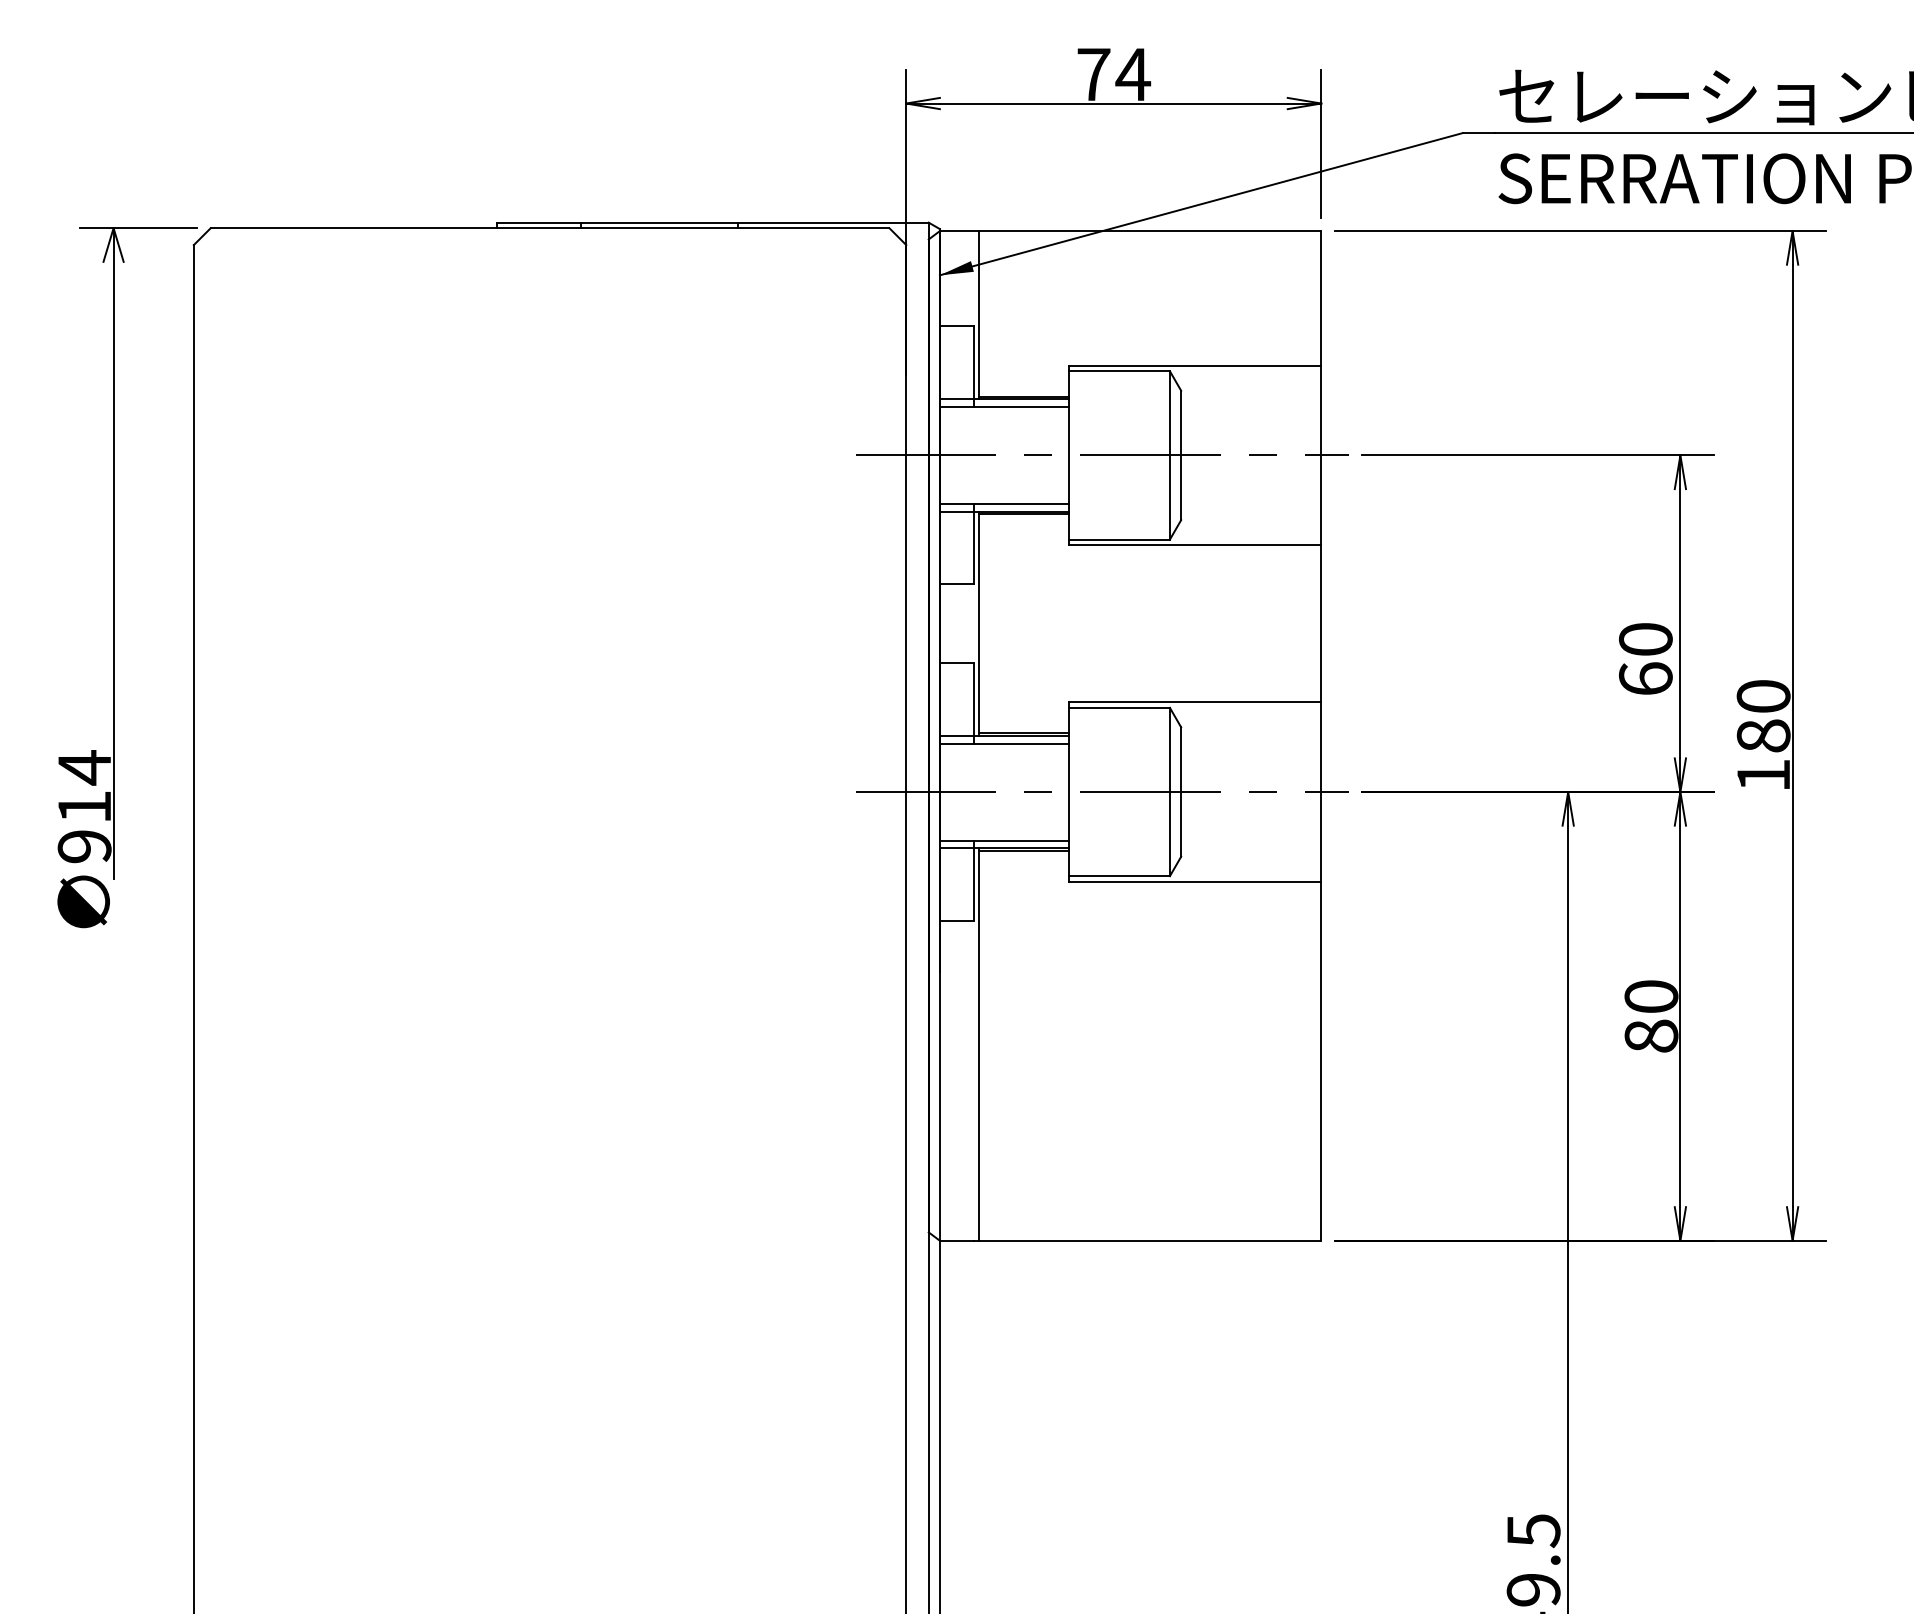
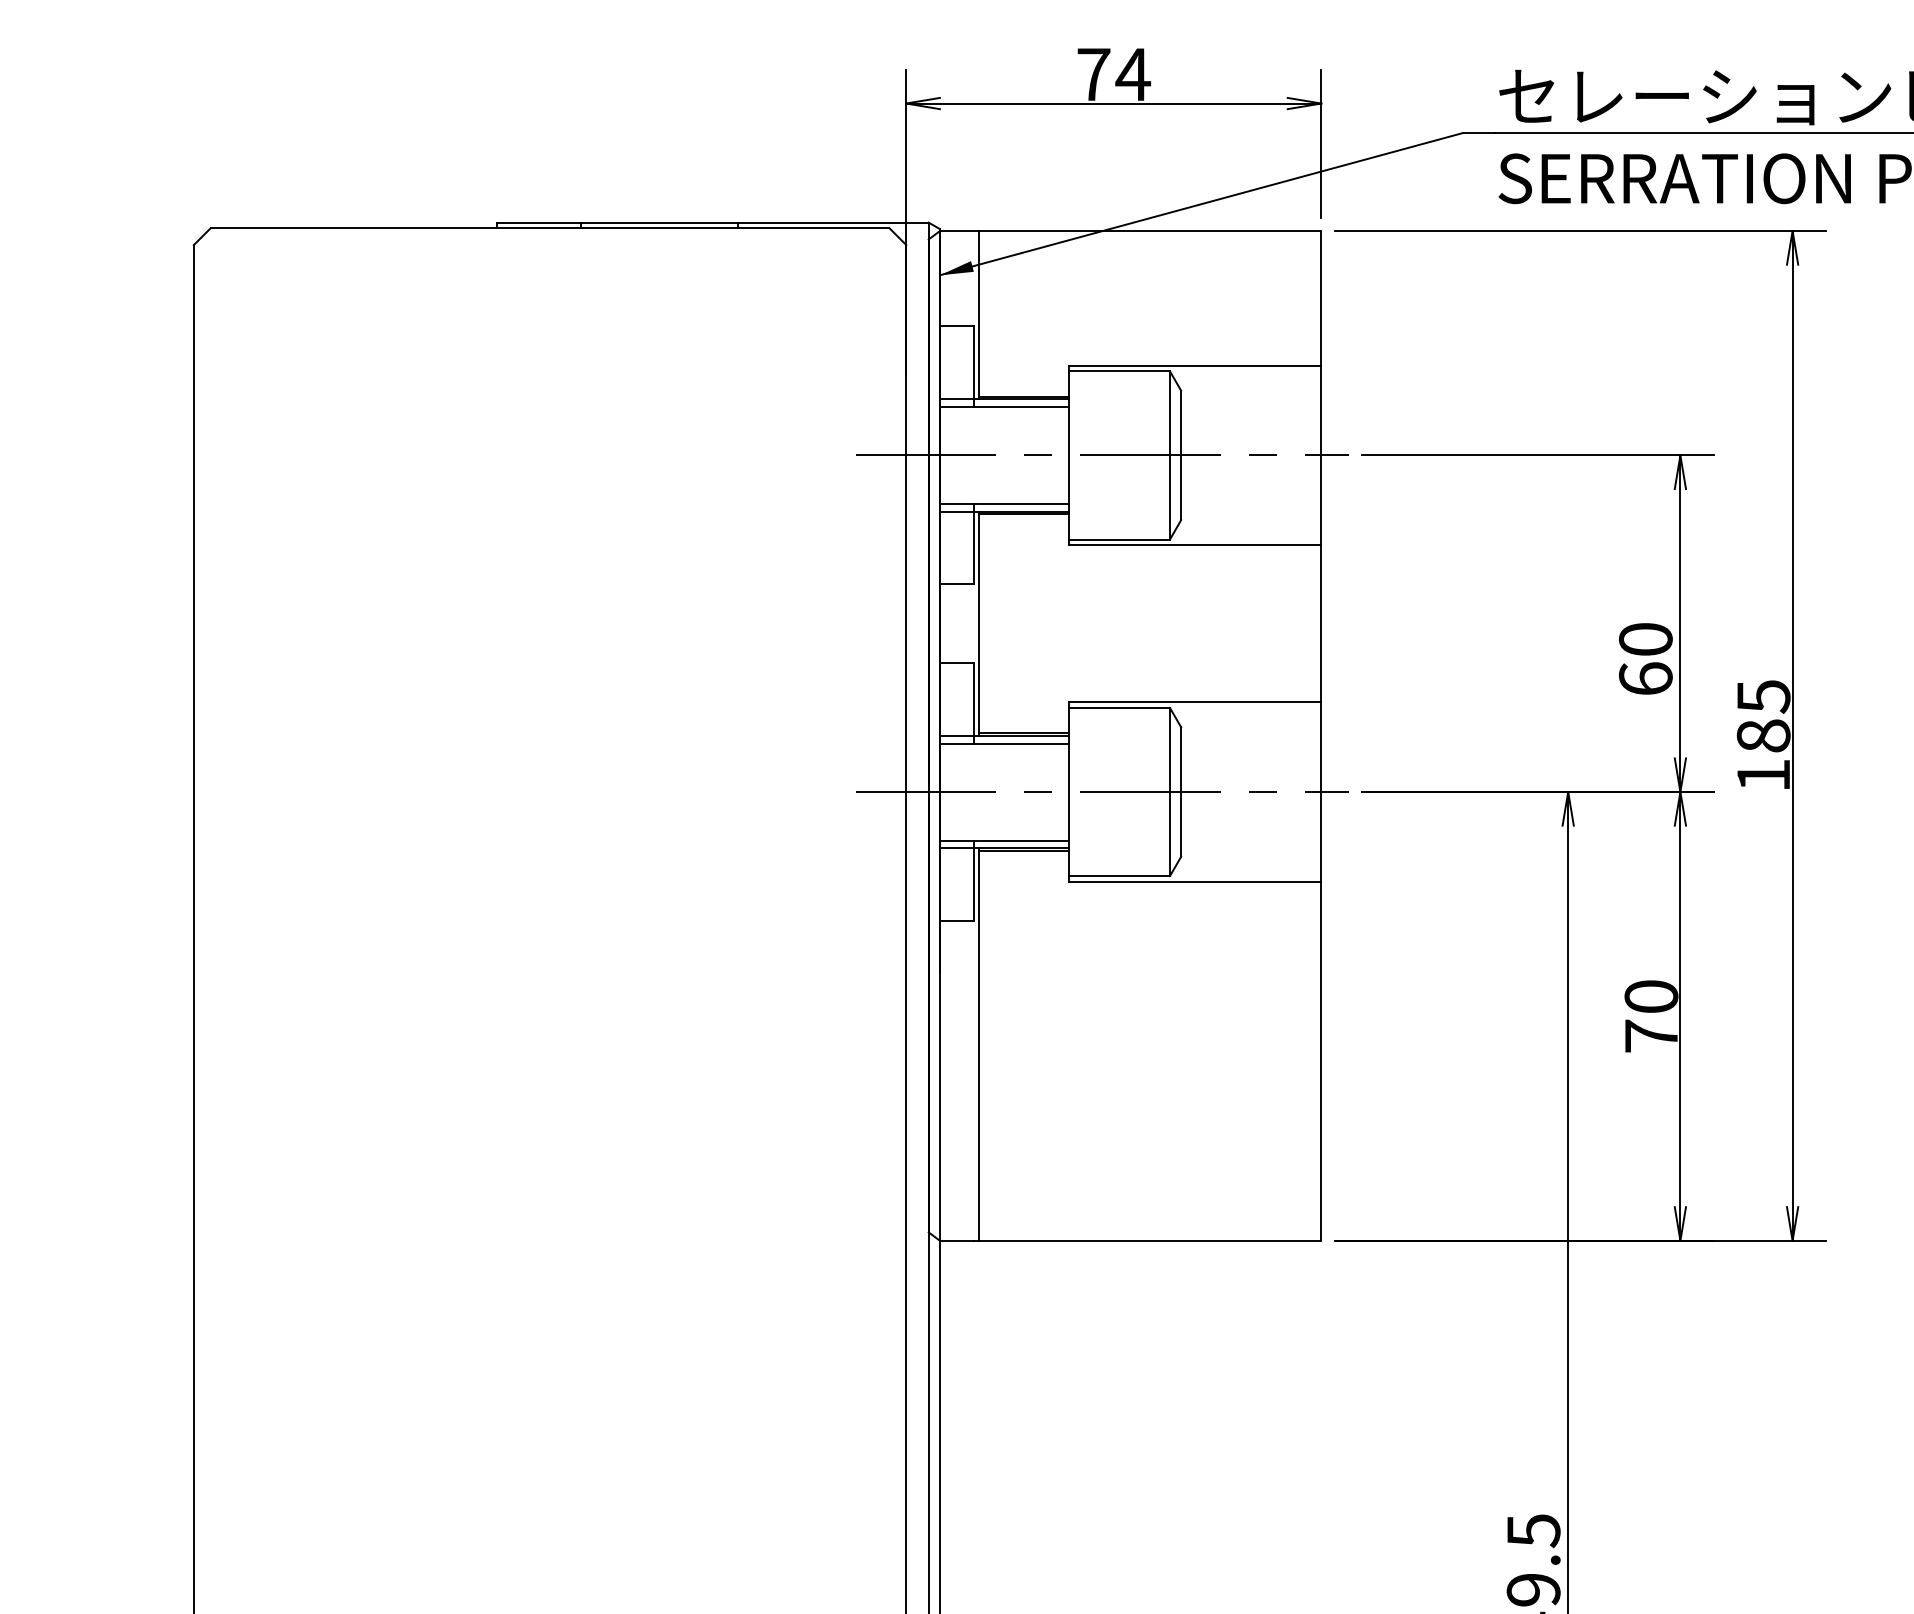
part at (114, 577): present -> none
text at (1763, 696): 180 -> 185
text at (1651, 1035): 80 -> 70
